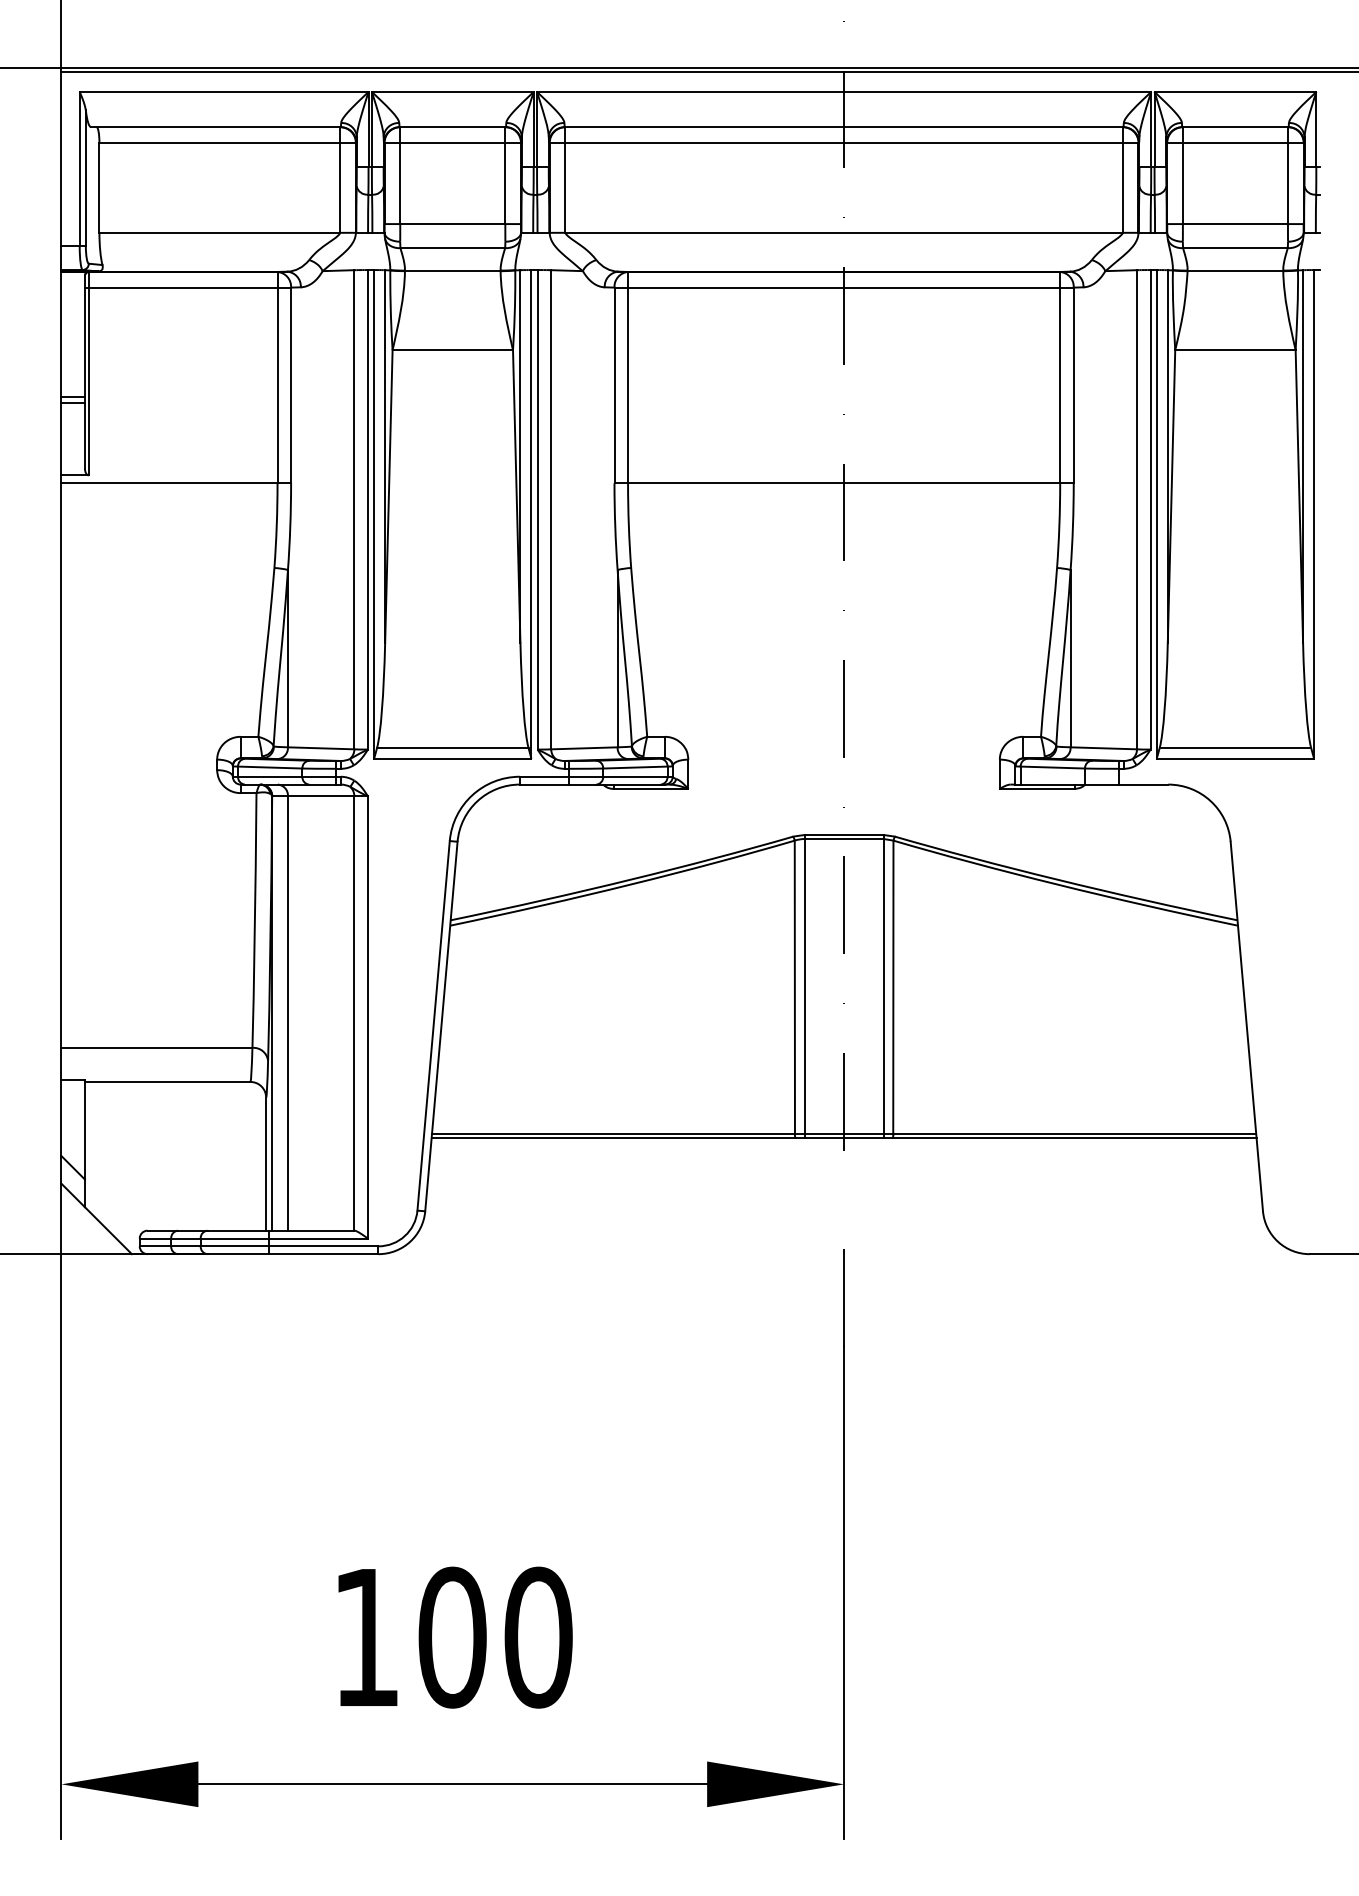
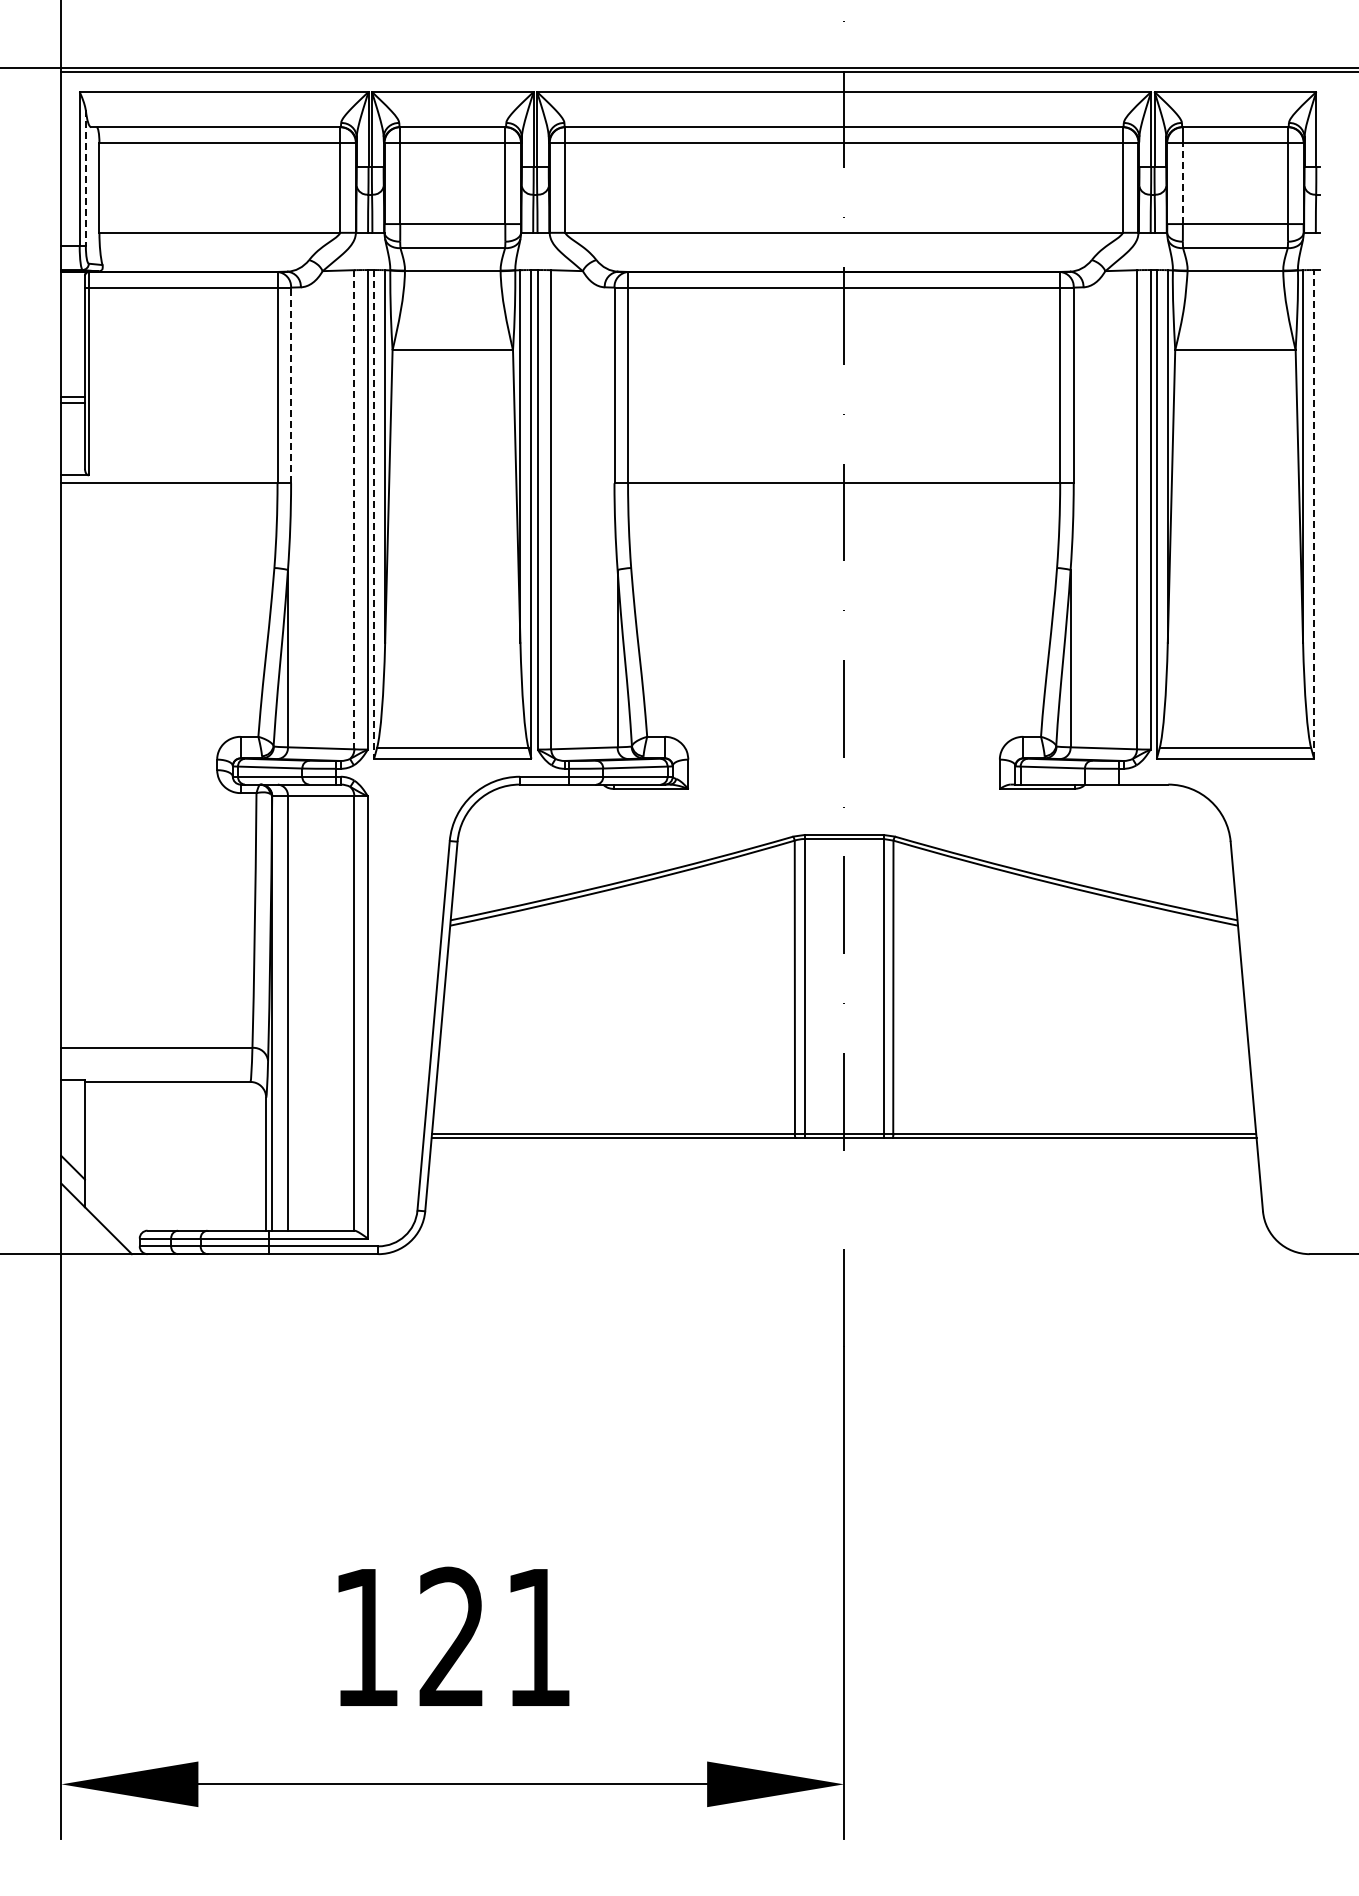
line at (85, 178): solid -> dashed
line at (1182, 183): solid -> dashed
line at (291, 385): solid -> dashed
line at (354, 509): solid -> dashed
line at (1314, 513): solid -> dashed
line at (374, 514): solid -> dashed
text at (495, 1637): 100 -> 121
